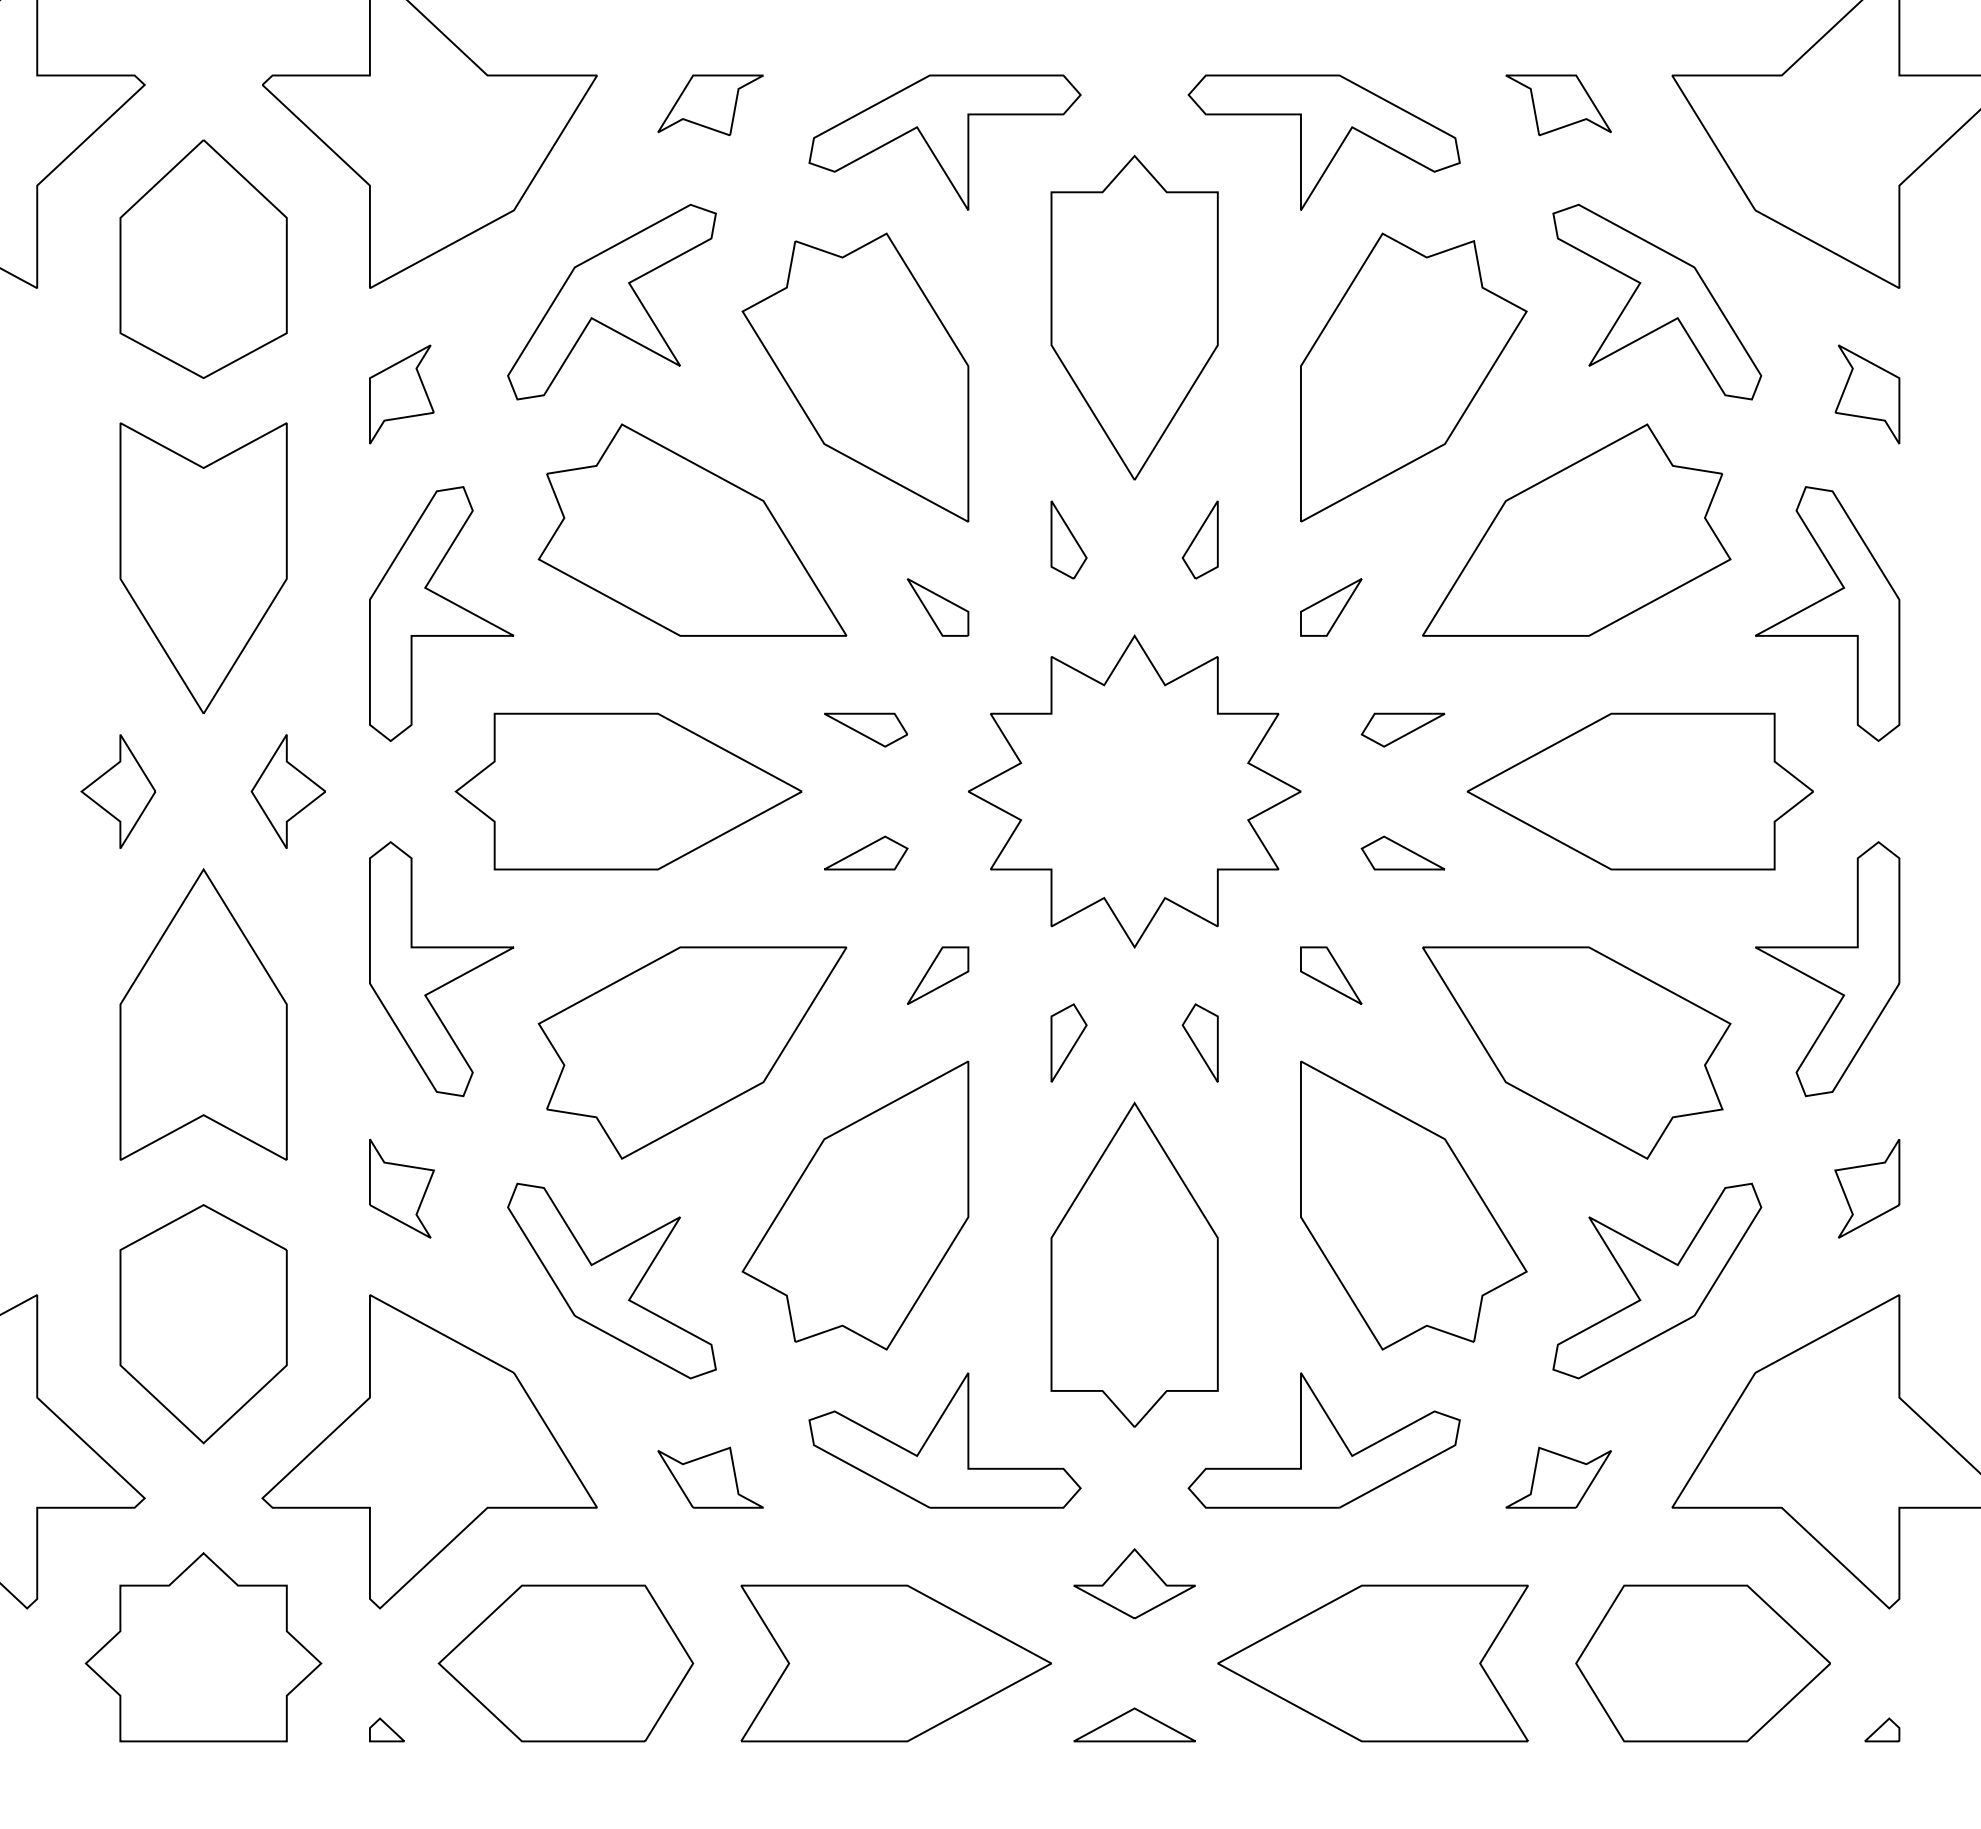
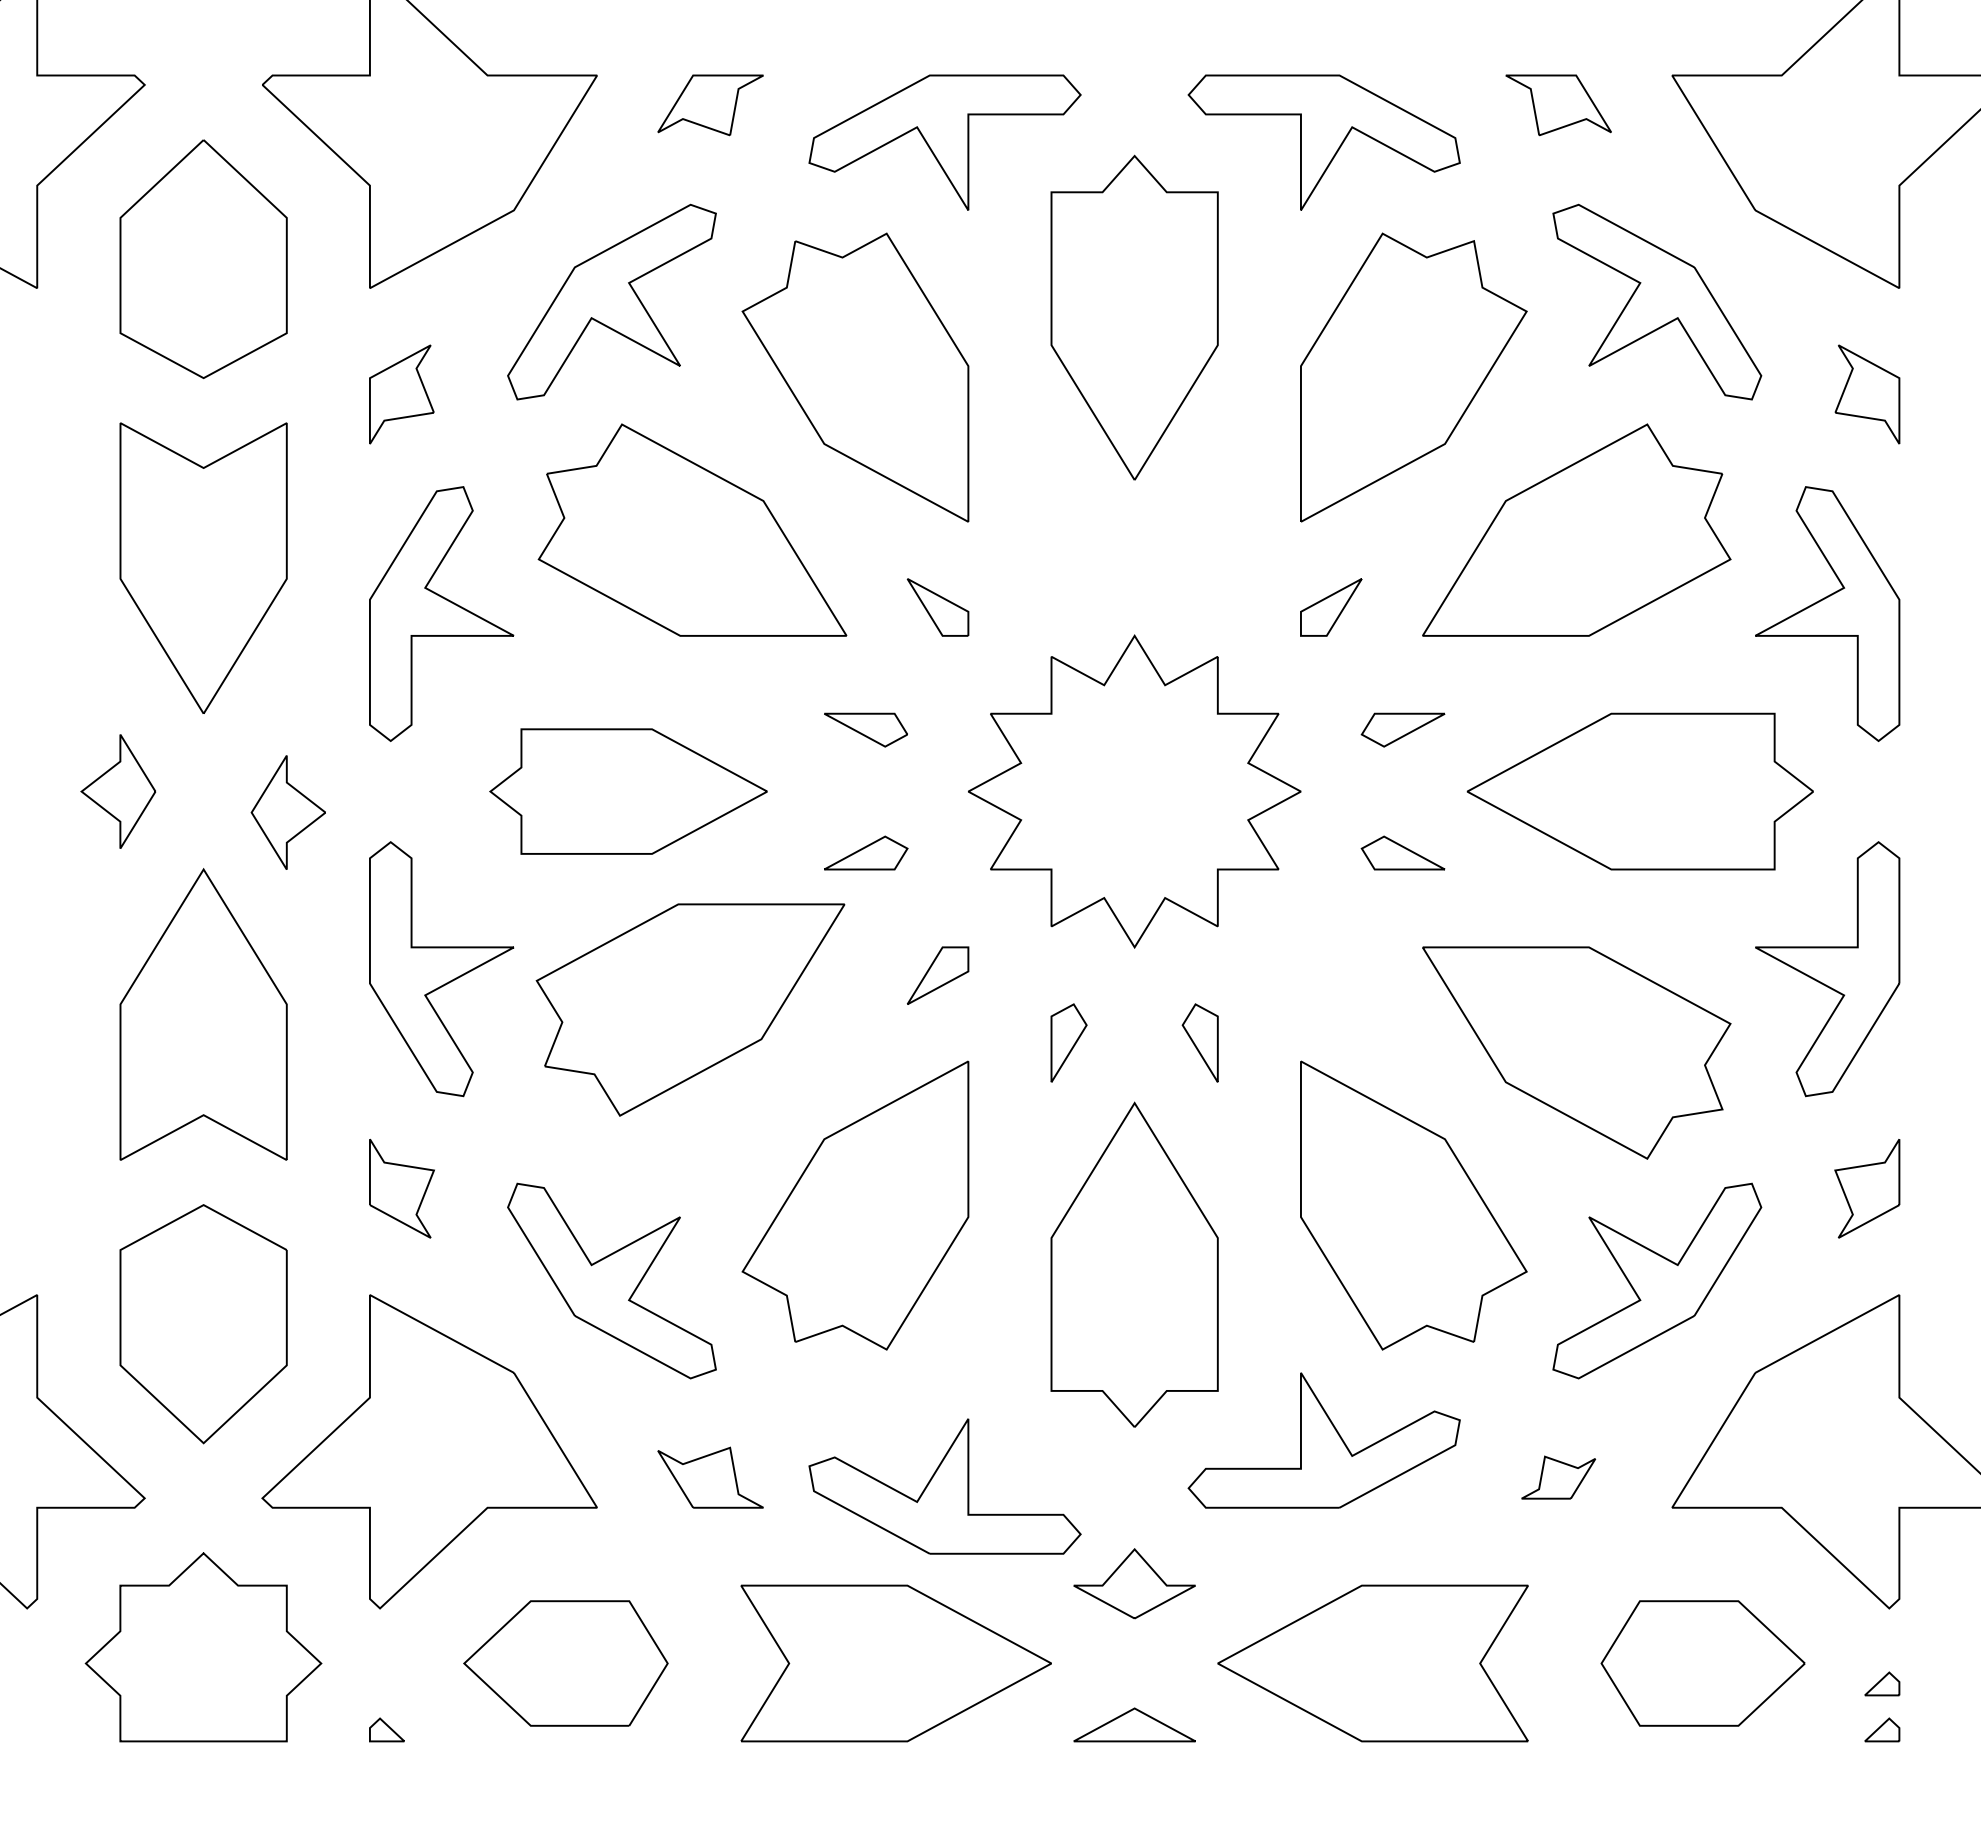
part at (1068, 539): present -> none
part at (1199, 539): present -> none
part at (287, 791) position: (287, 791) -> (287, 812)
part at (628, 791) size: 349x159 px -> 279x127 px
part at (1331, 975): present -> none
part at (692, 1052) position: (692, 1052) -> (690, 1009)
part at (944, 1440) position: (944, 1440) -> (944, 1486)
part at (1558, 1477) size: 107x63 px -> 76x45 px
part at (565, 1663) size: 258x159 px -> 206x127 px
part at (1702, 1663) size: 256x159 px -> 206x127 px
part at (1882, 1683): none -> present
